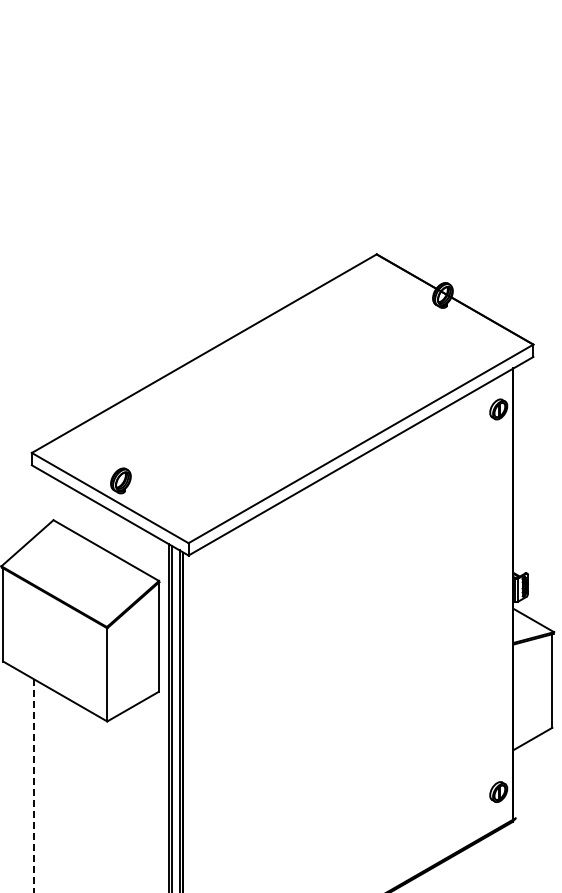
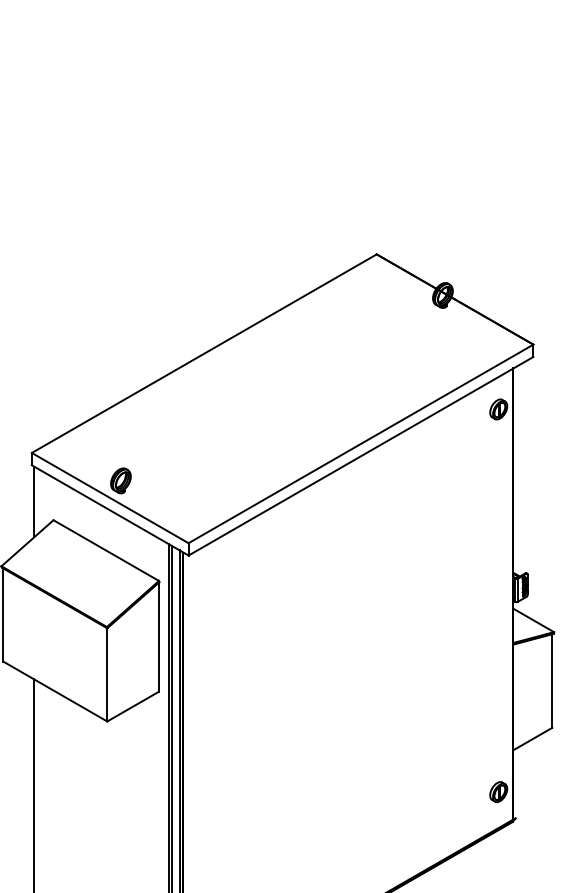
line at (34, 501): none -> present
line at (34, 786): dashed -> solid
